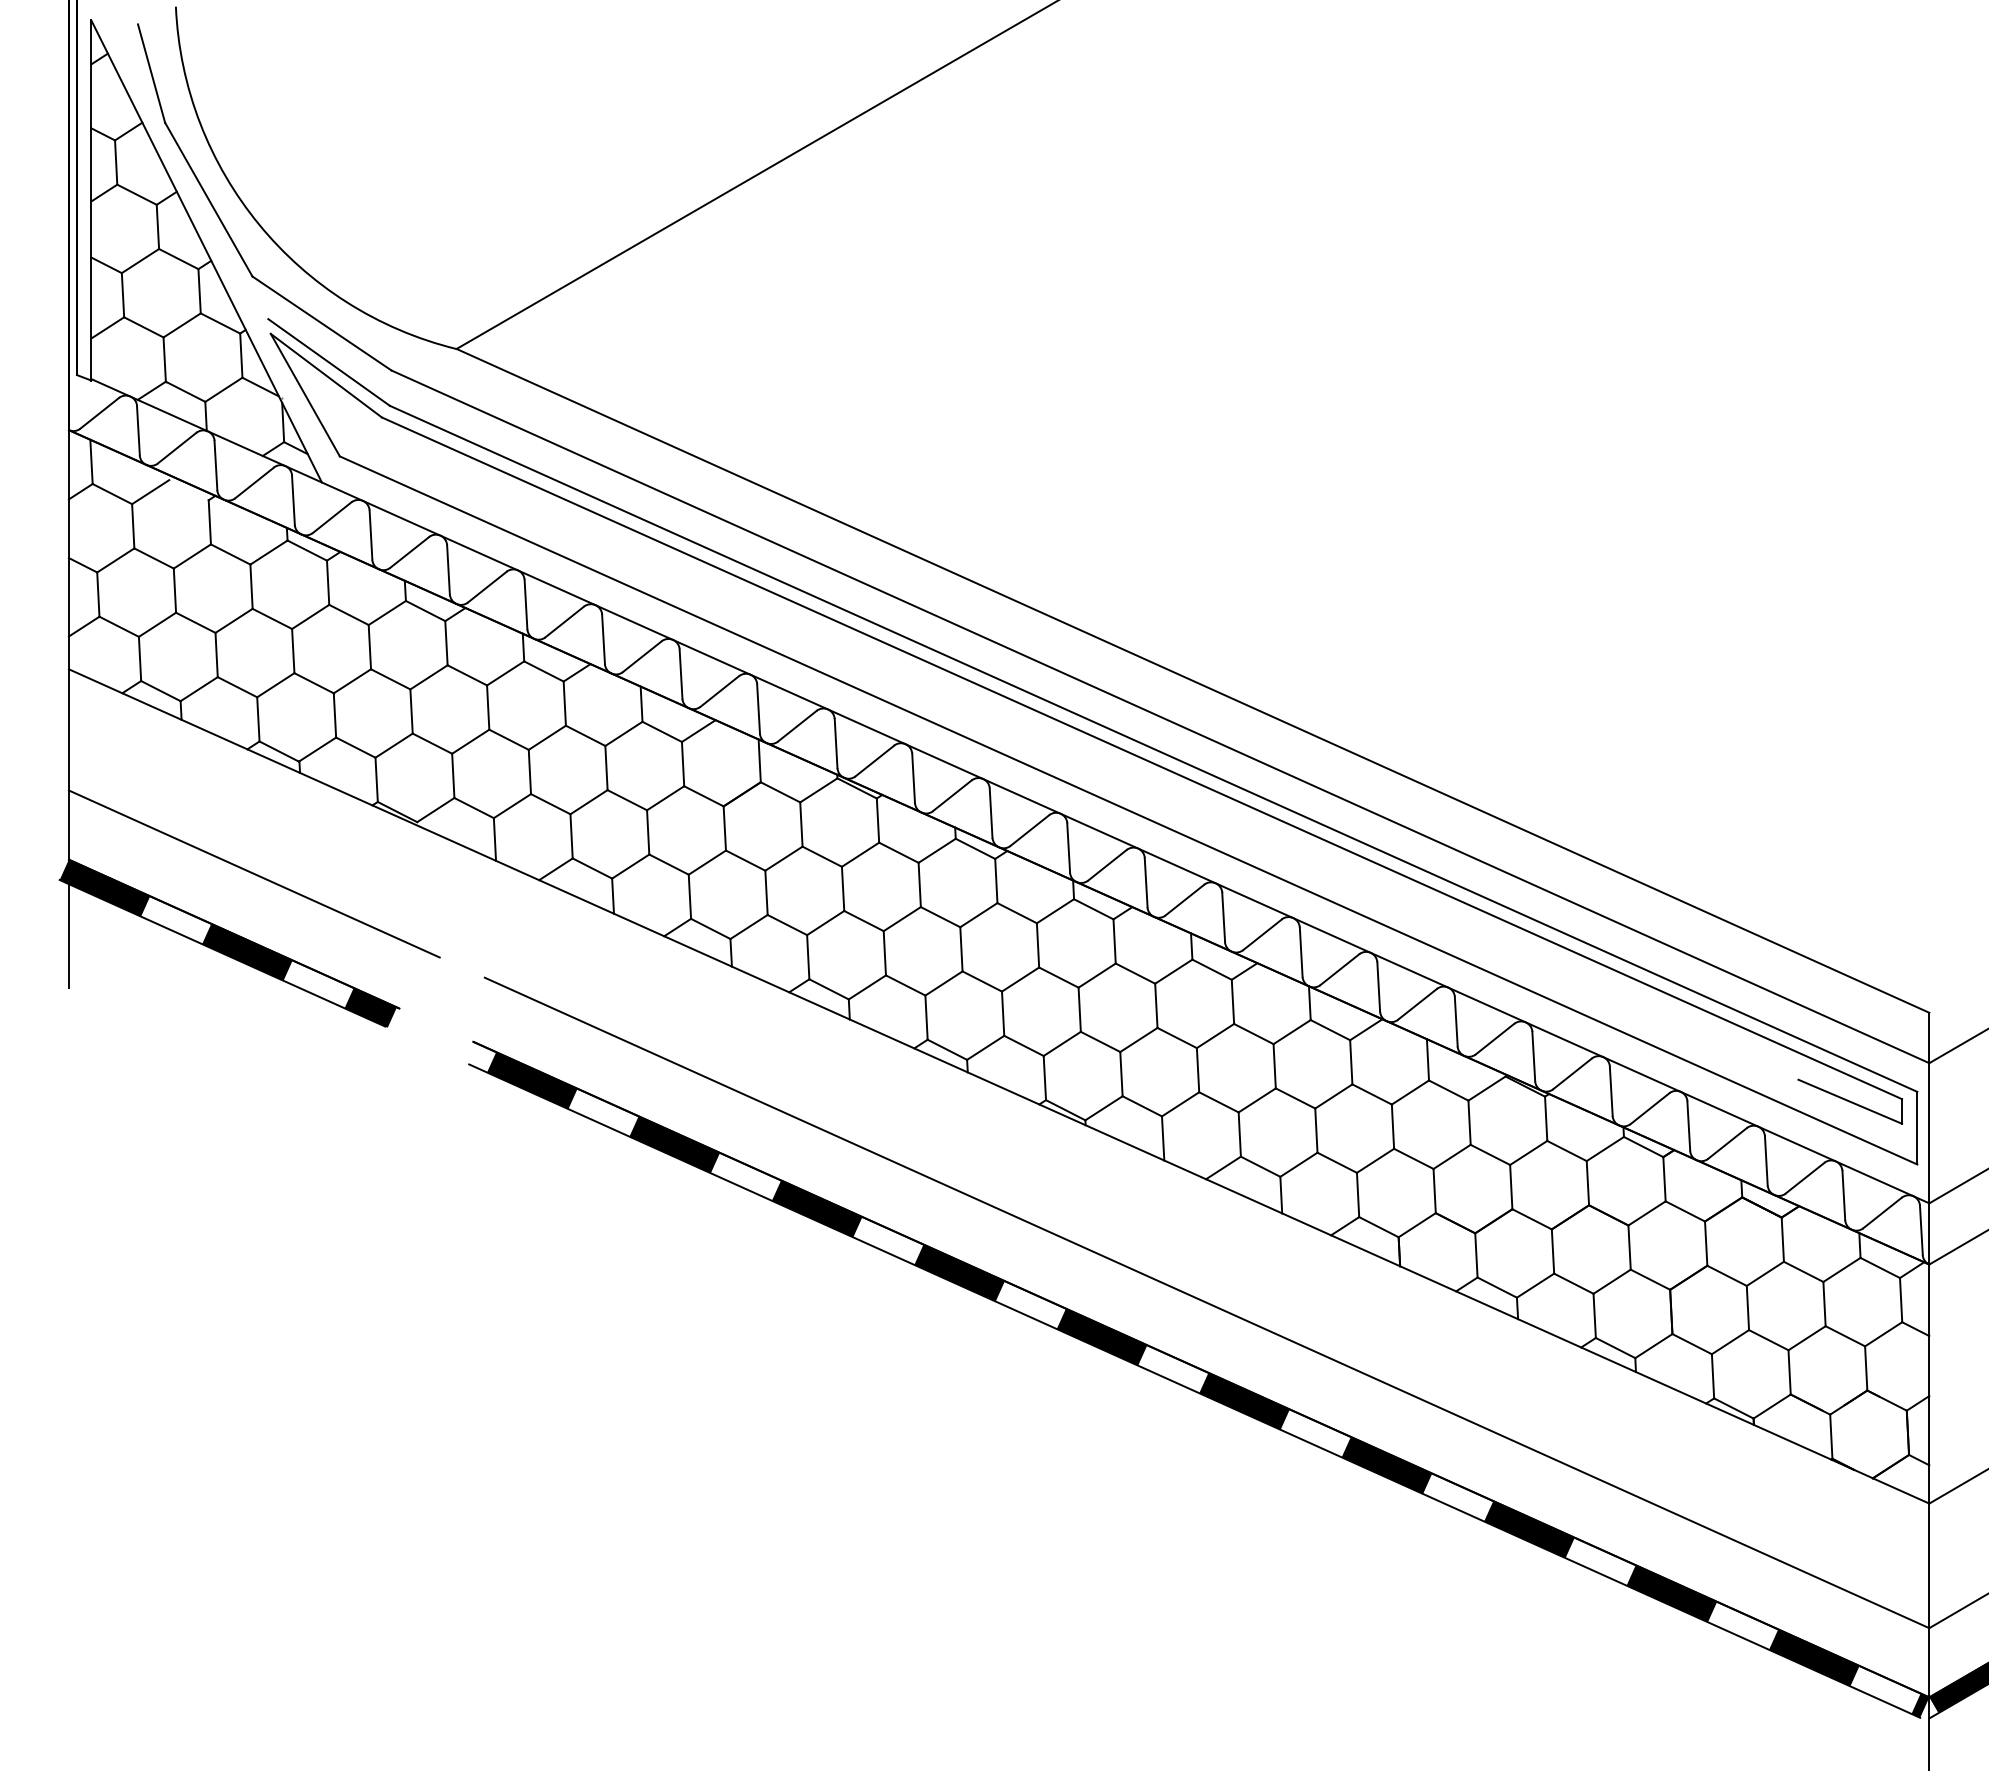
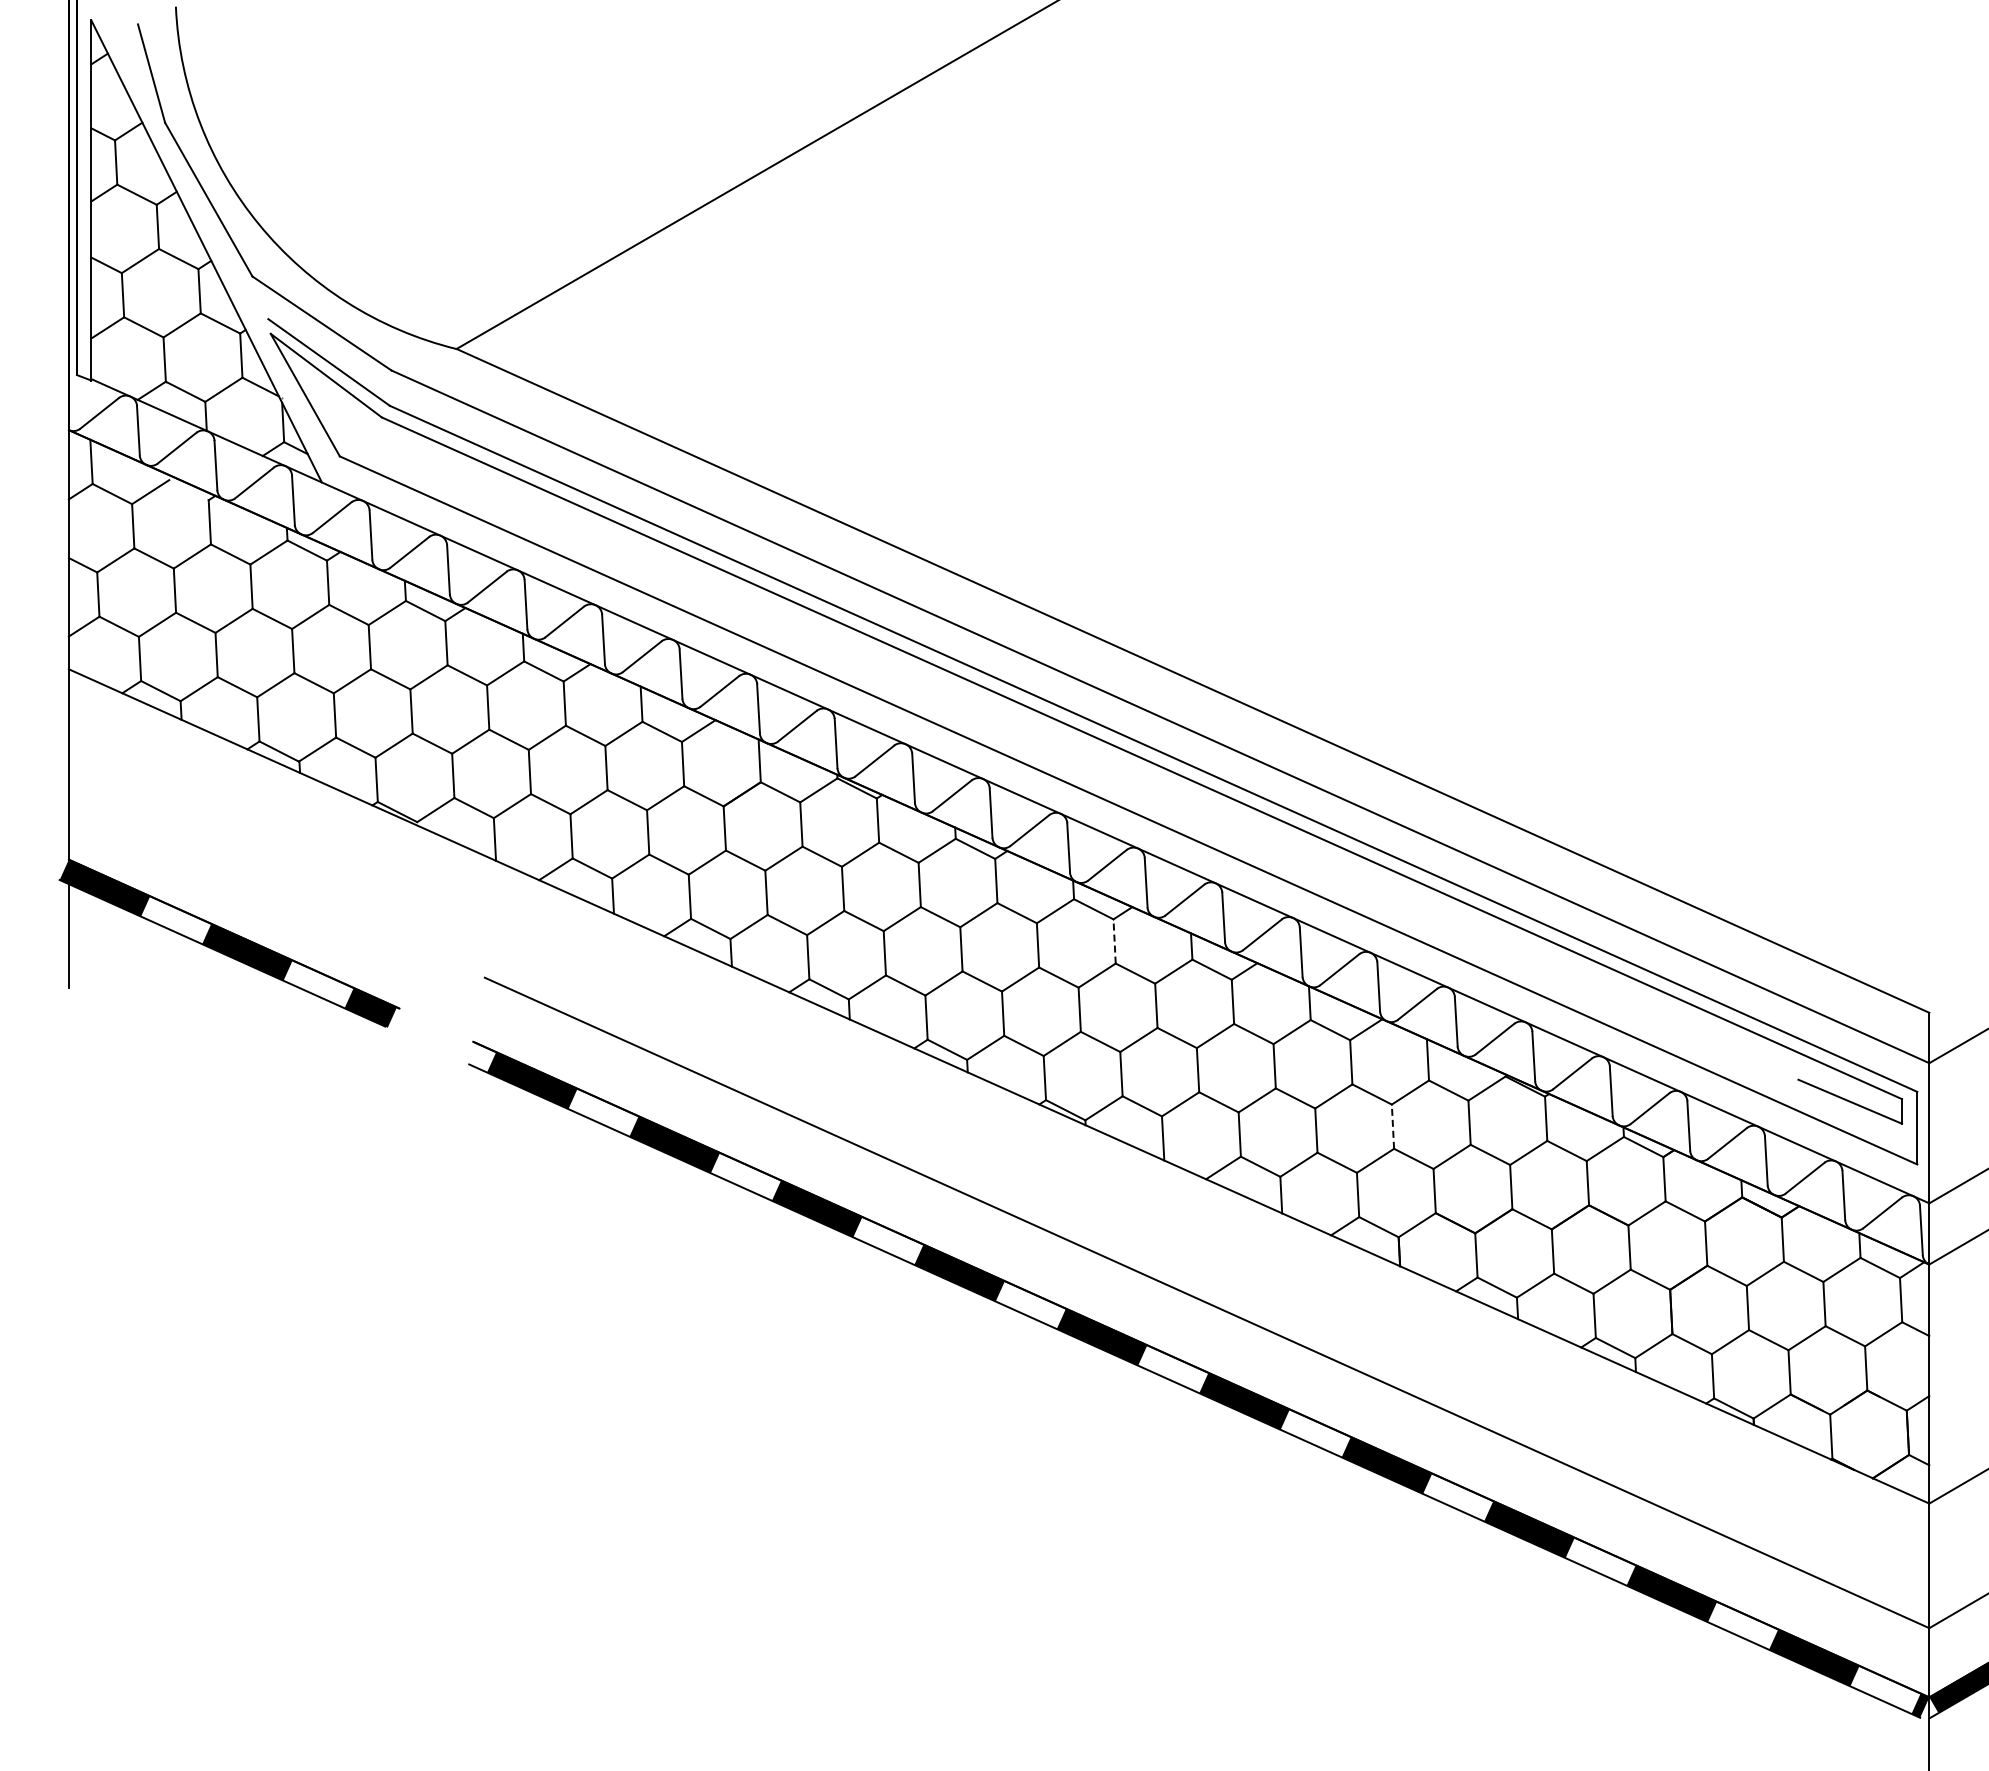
line at (253, 873): present -> none
line at (1114, 940): solid -> dashed
line at (1392, 1126): solid -> dashed
